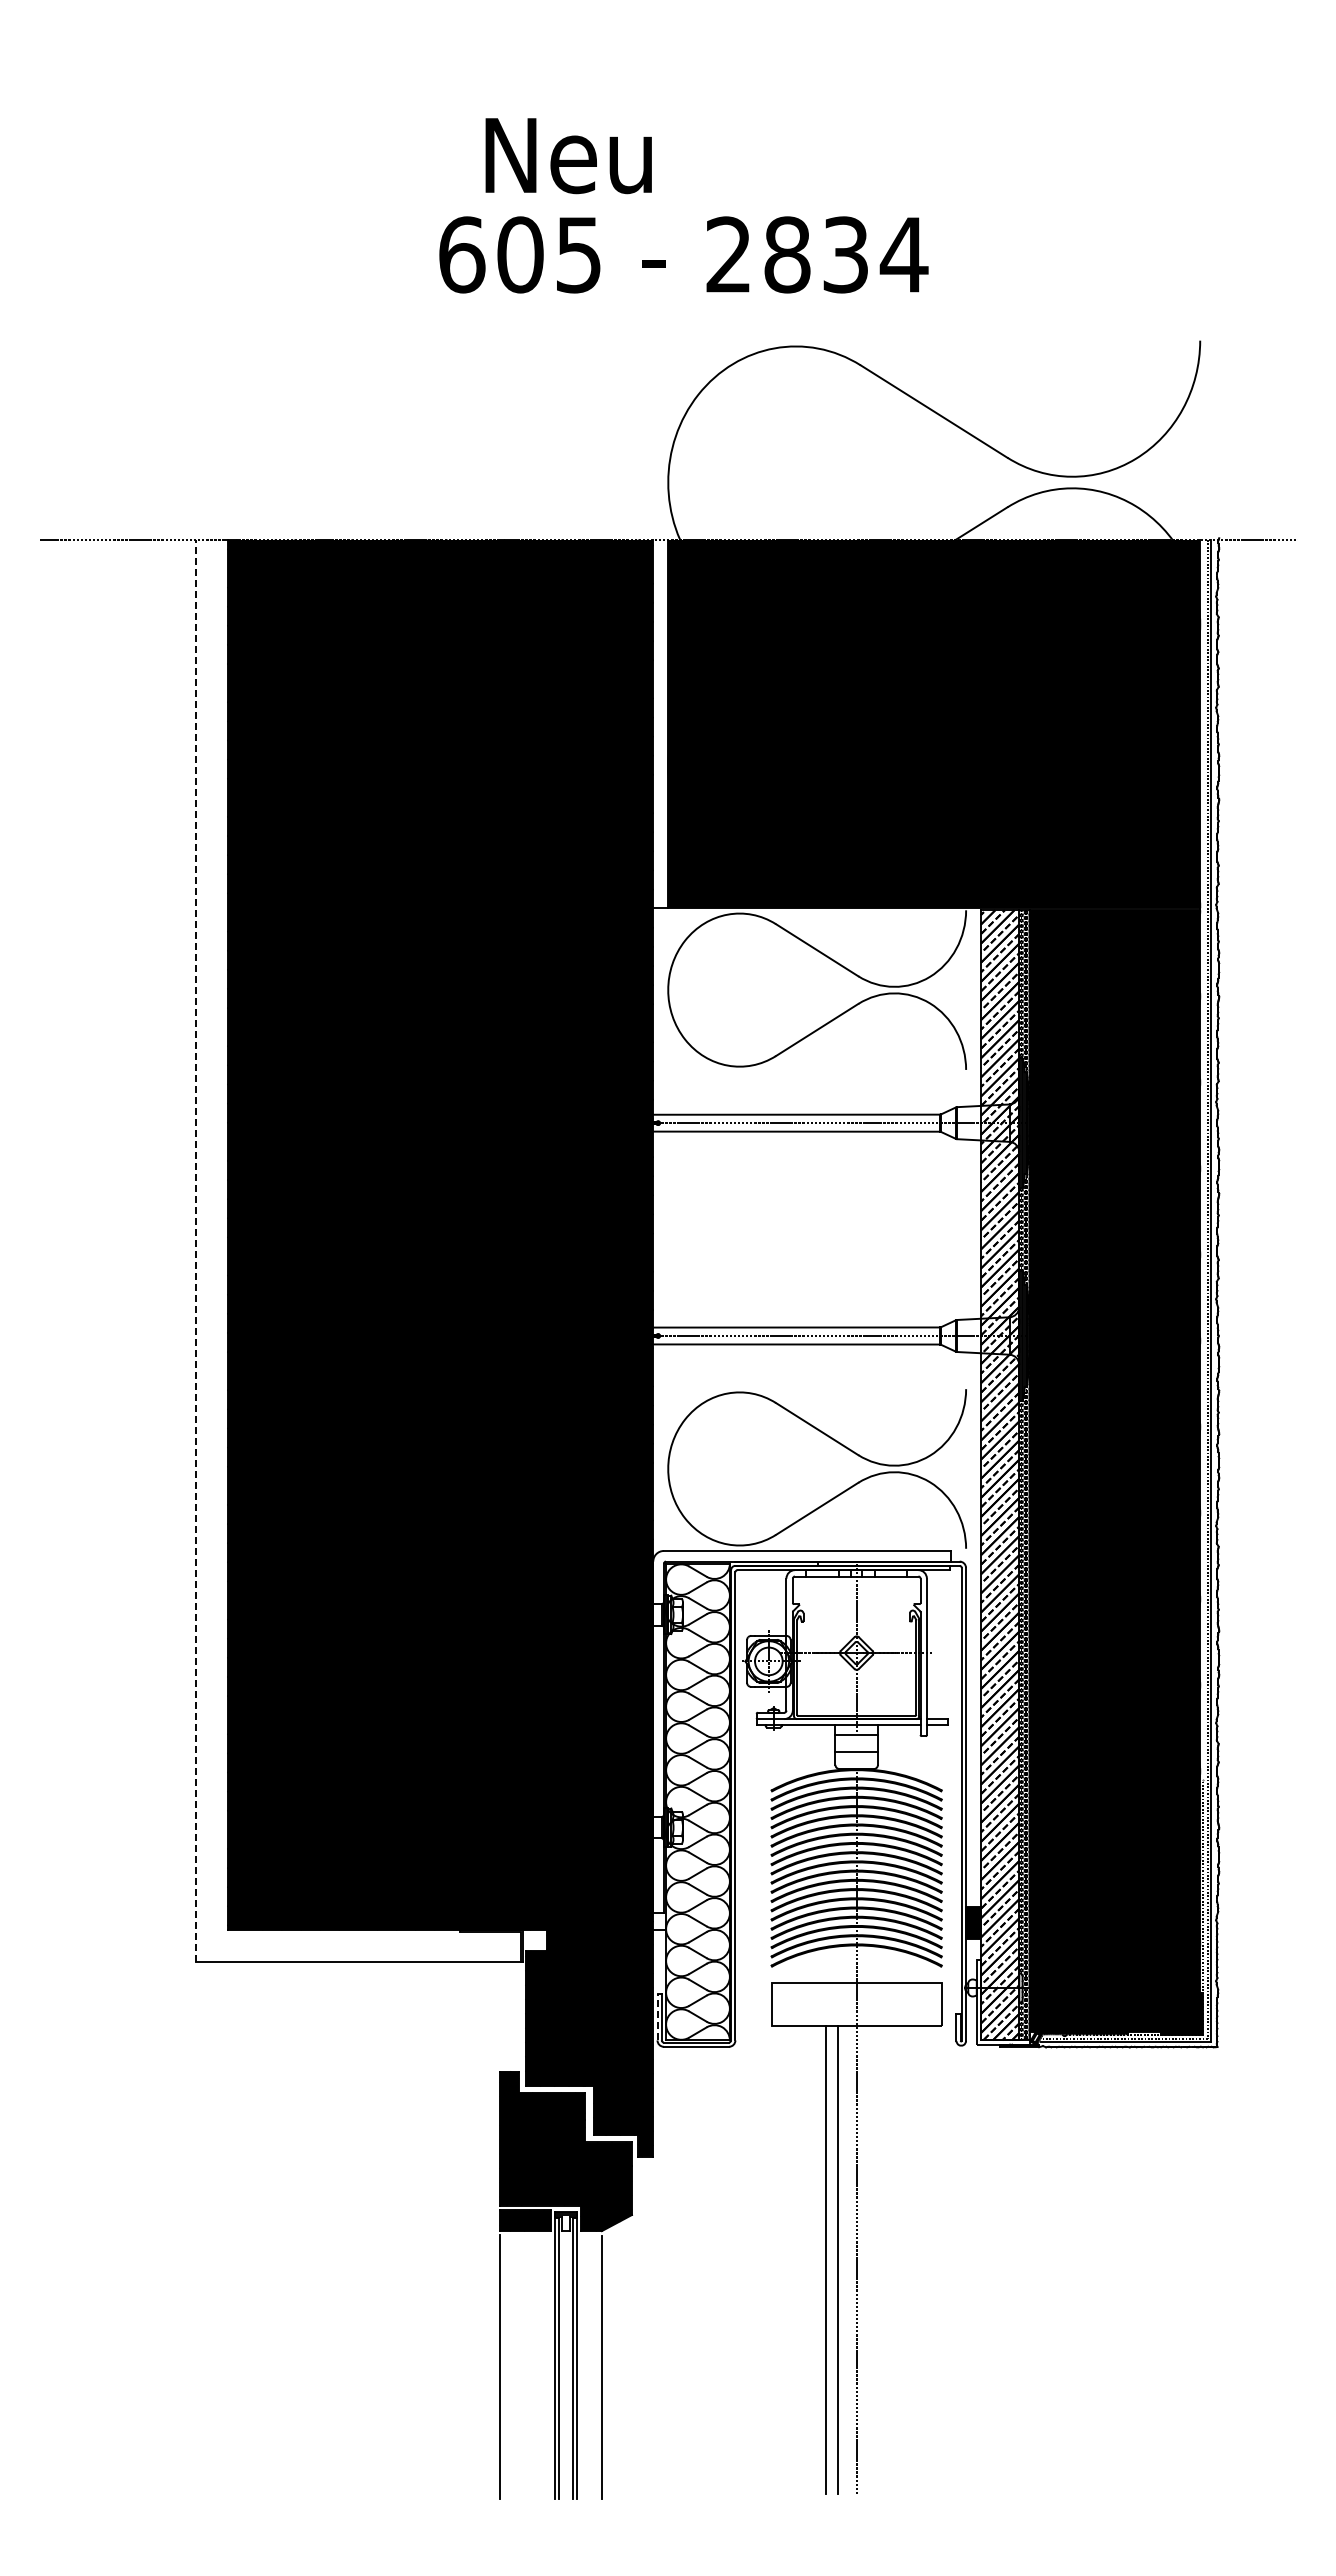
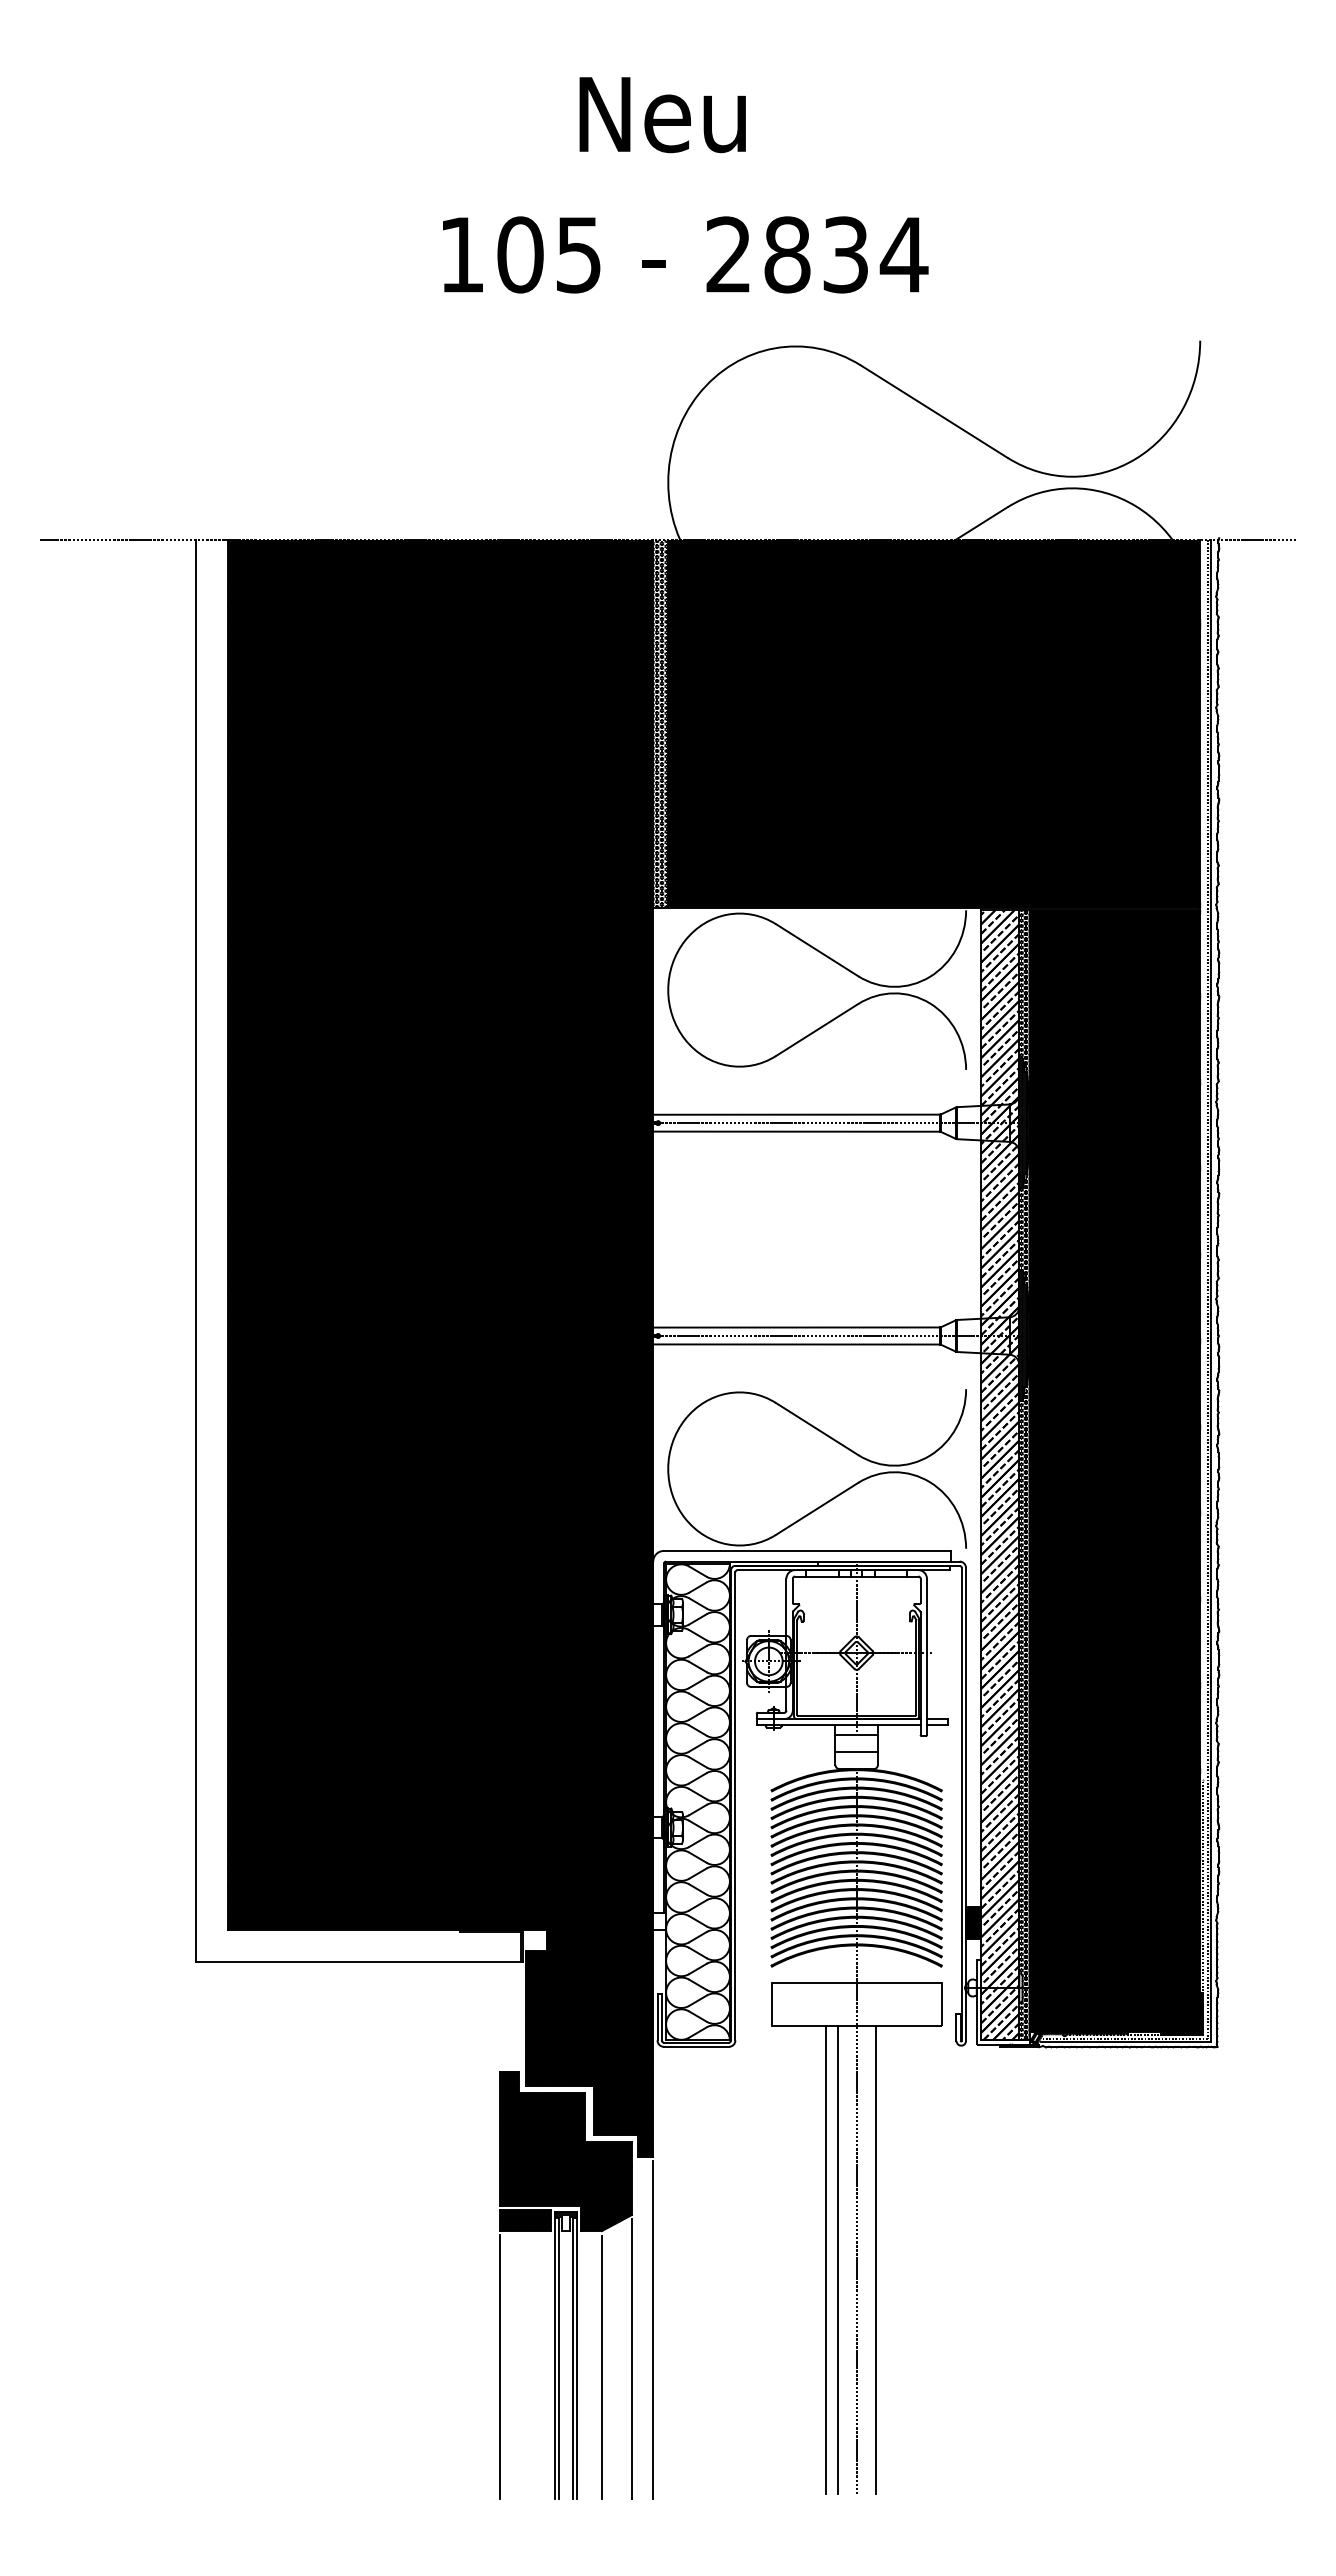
text at (568, 156) position: (568, 156) -> (662, 115)
text at (462, 254): 605 -> 105
hatch at (660, 724): none -> present
line at (195, 1250): dashed -> solid
line at (657, 2016): dashed -> solid
line at (875, 2259): none -> present
line at (653, 2329): none -> present
line at (631, 2358): none -> present
